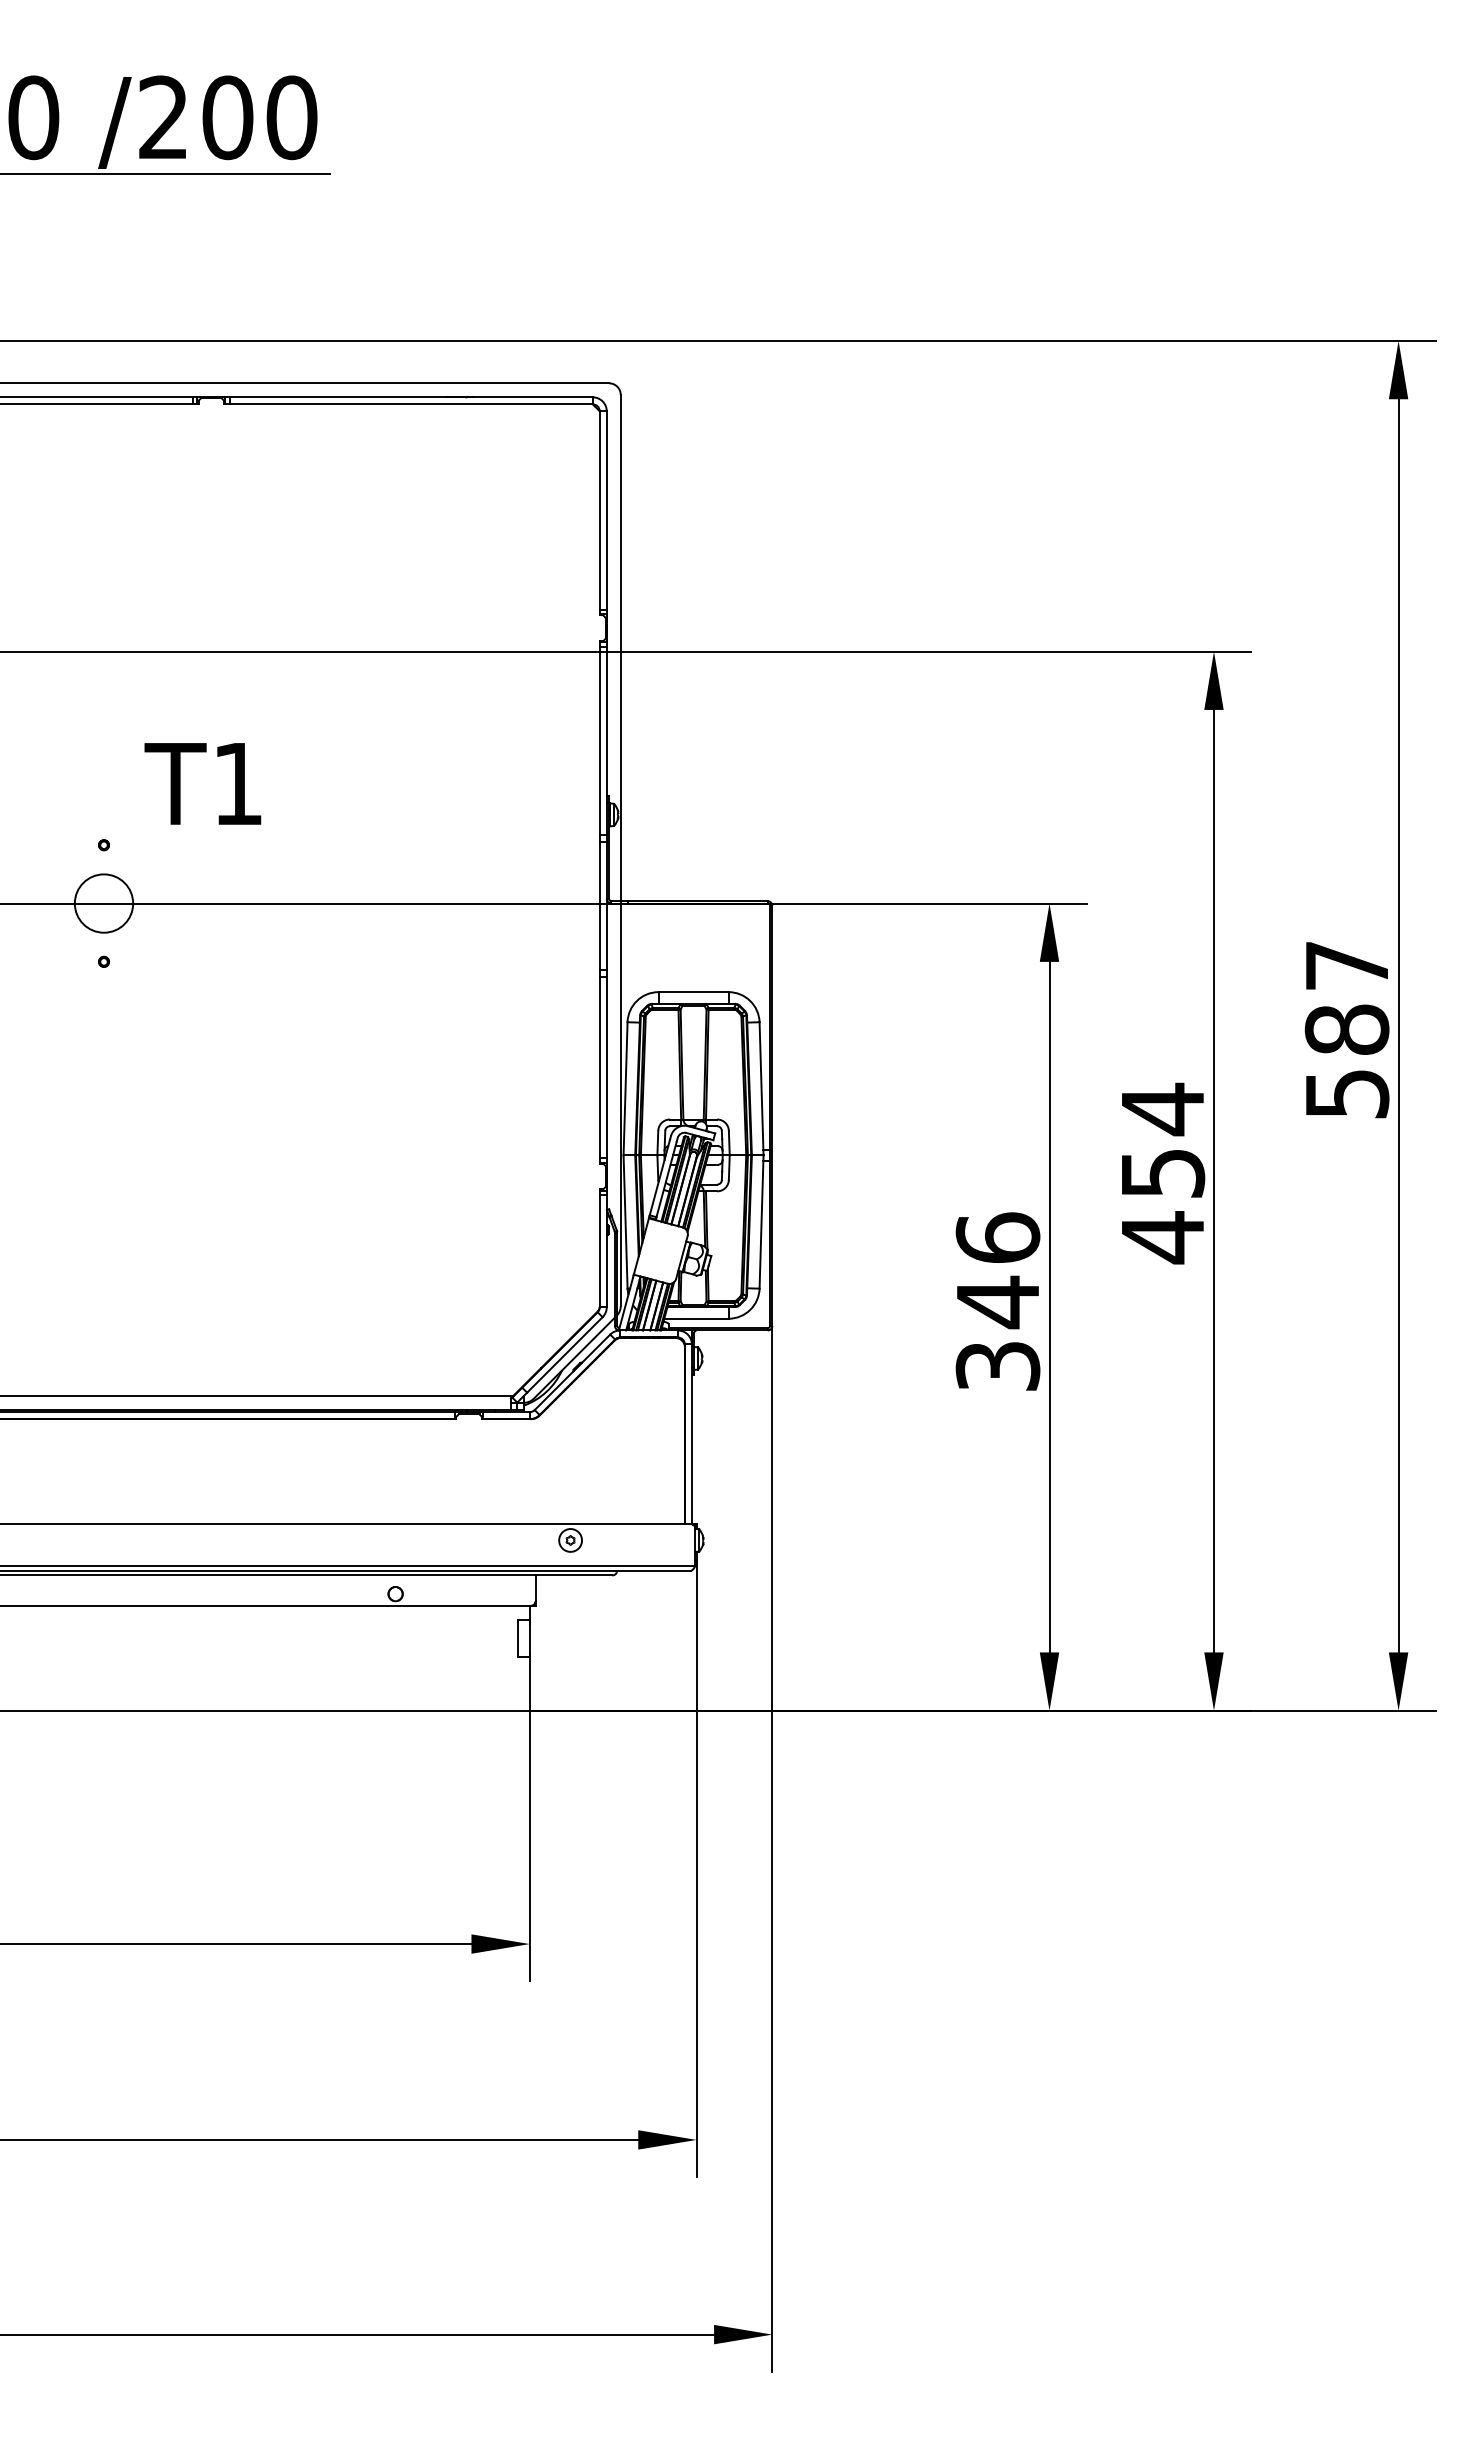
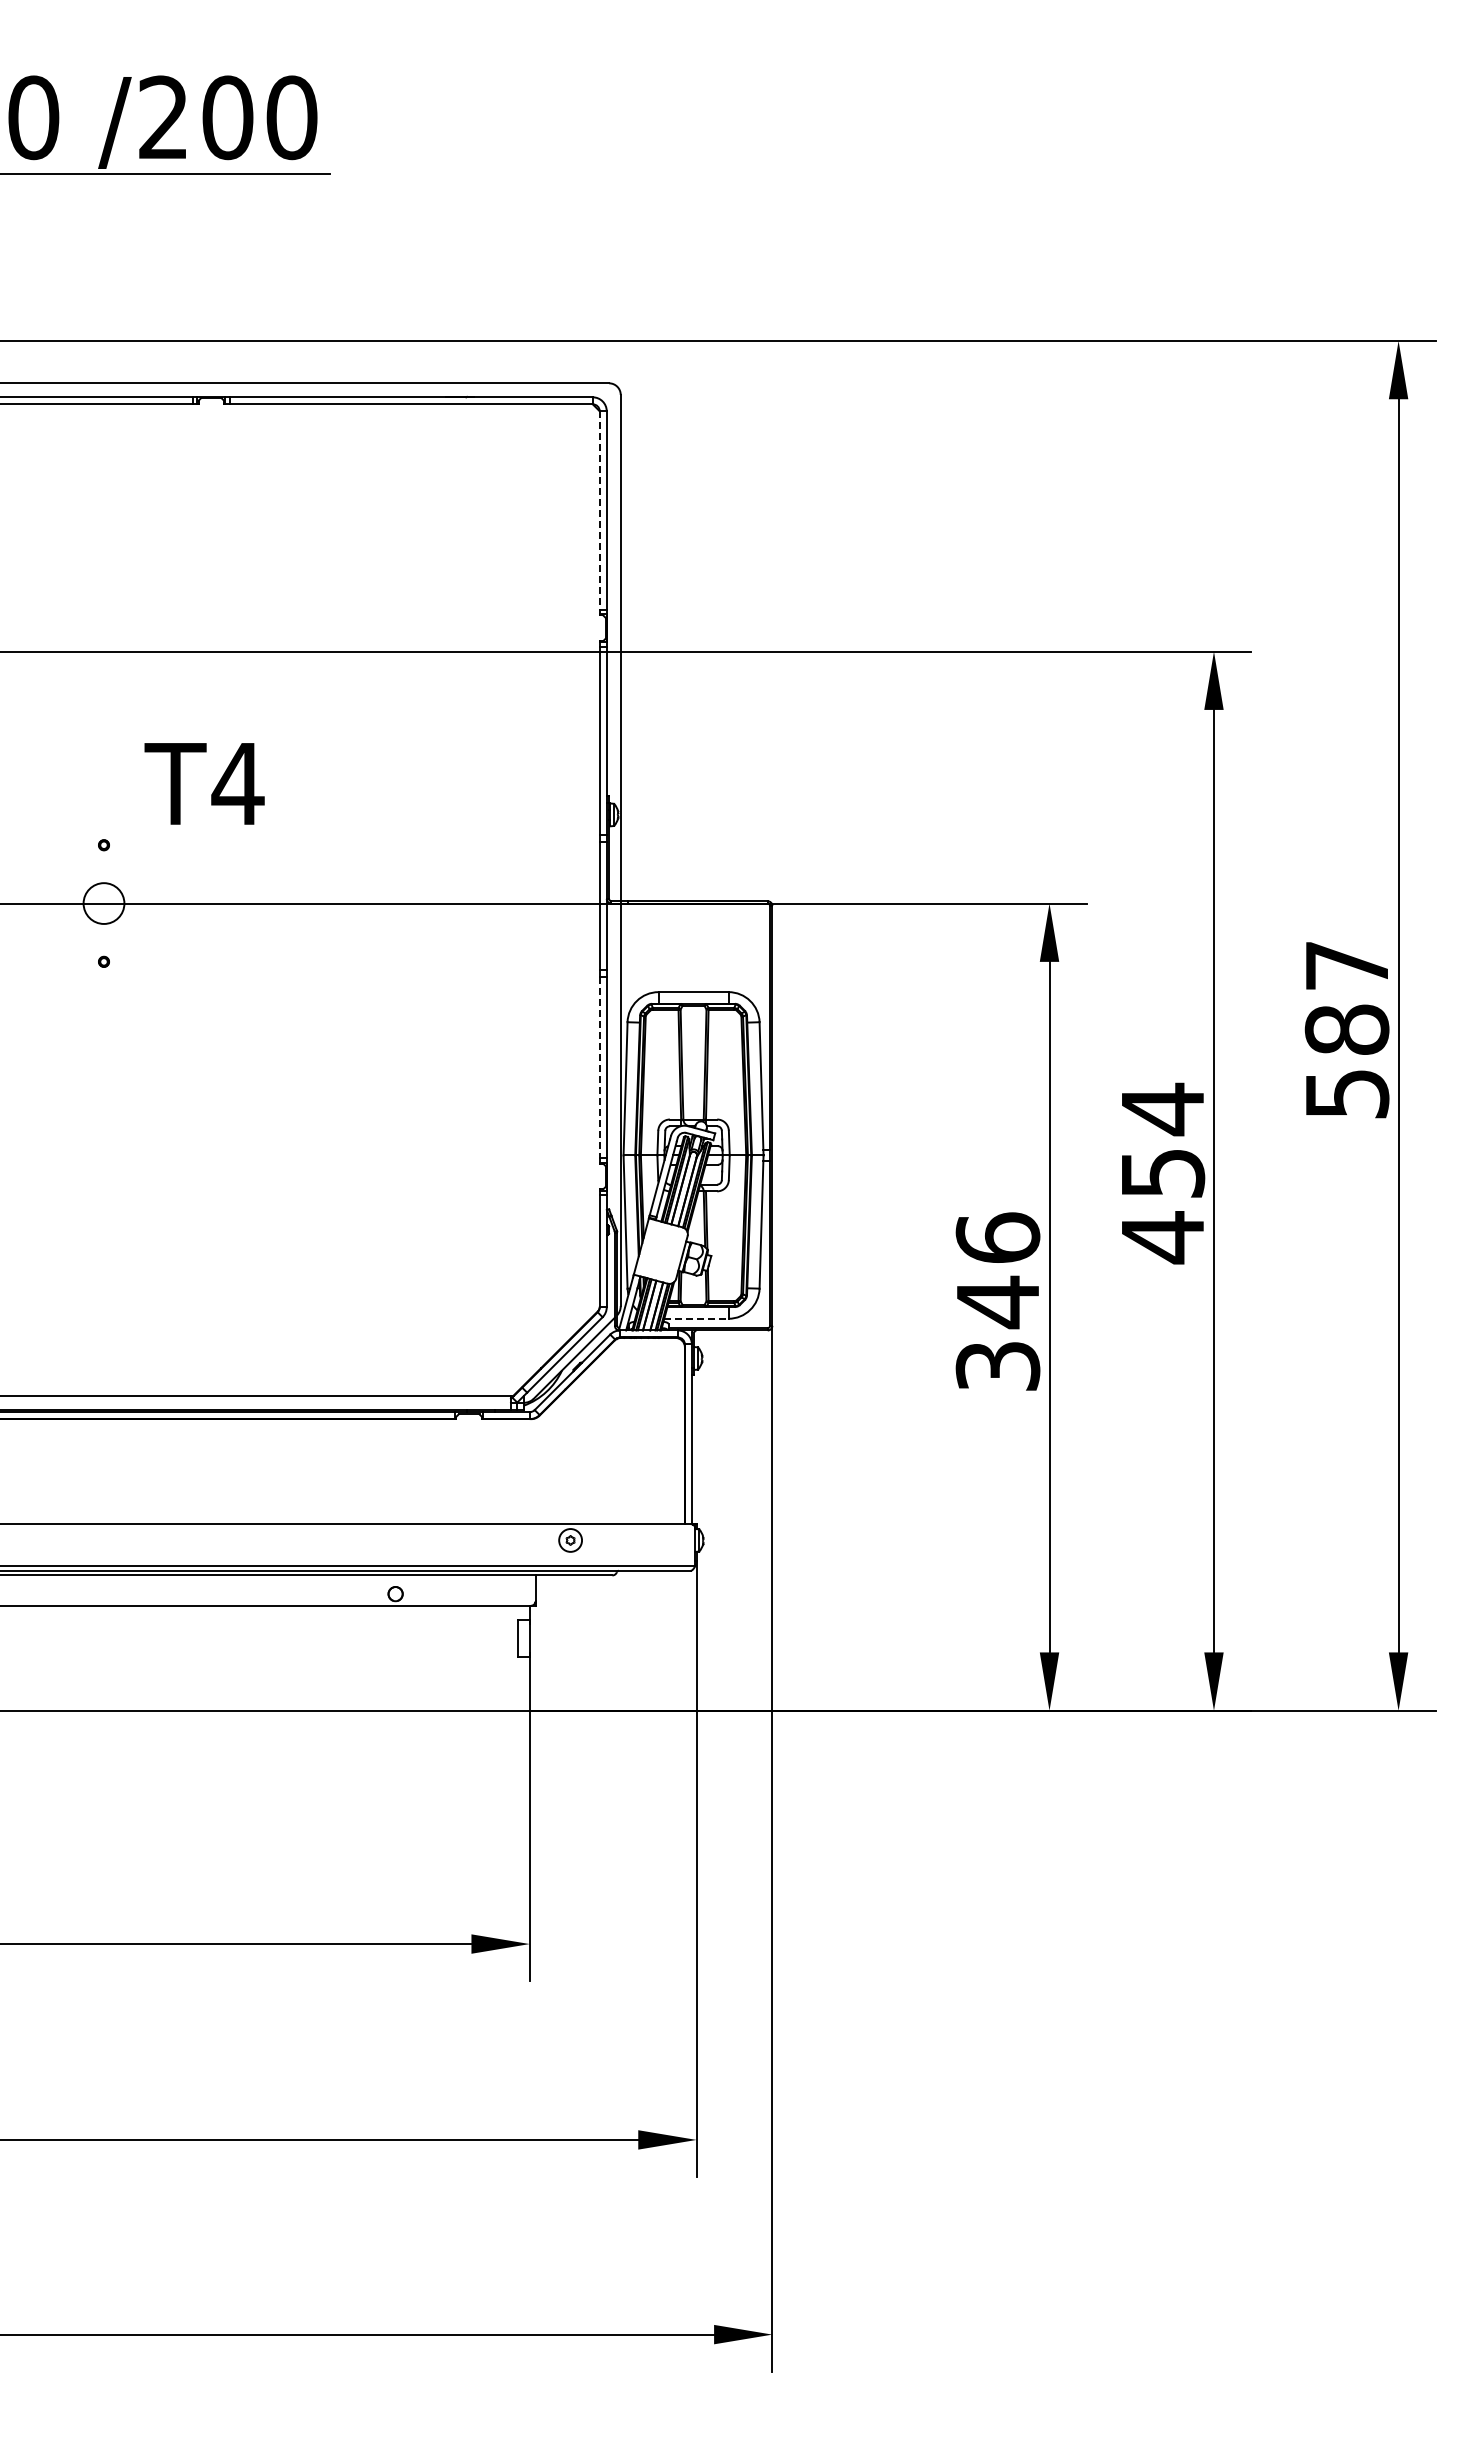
line at (599, 510): solid -> dashed
text at (237, 783): T1 -> T4
circle at (103, 903) diameter: 58 px -> 41 px
line at (599, 1067): solid -> dashed
line at (696, 1318): solid -> dashed
